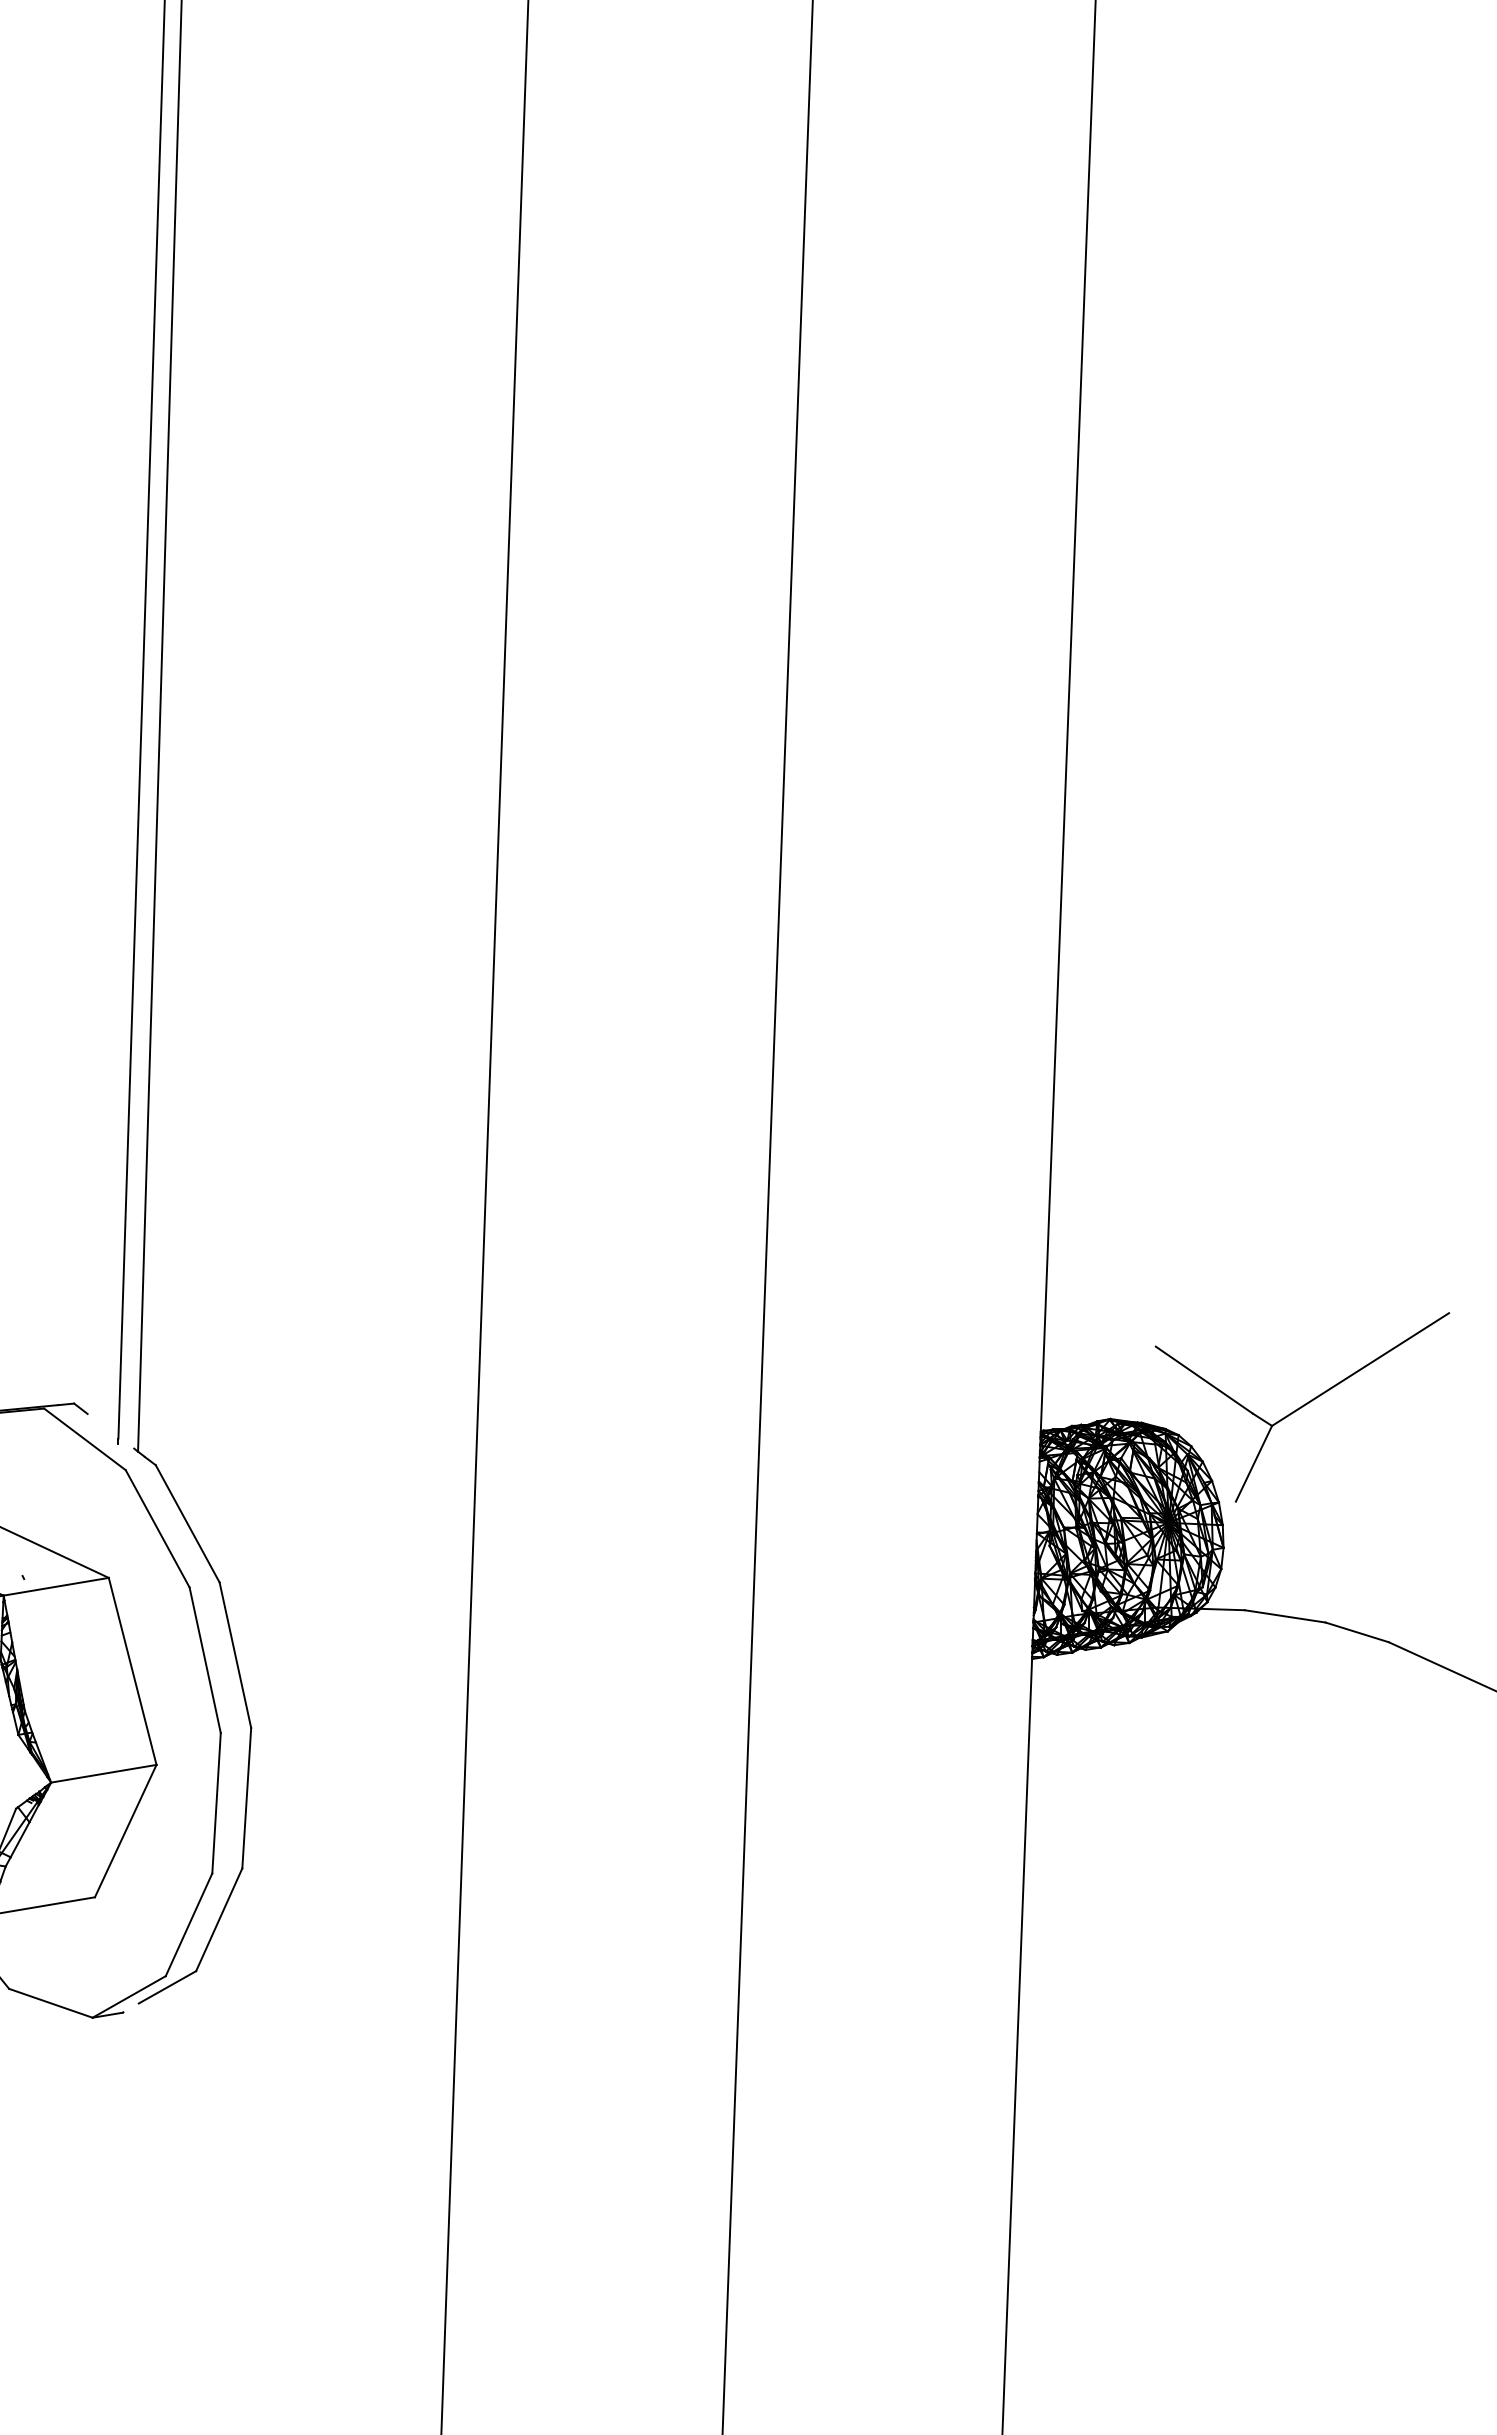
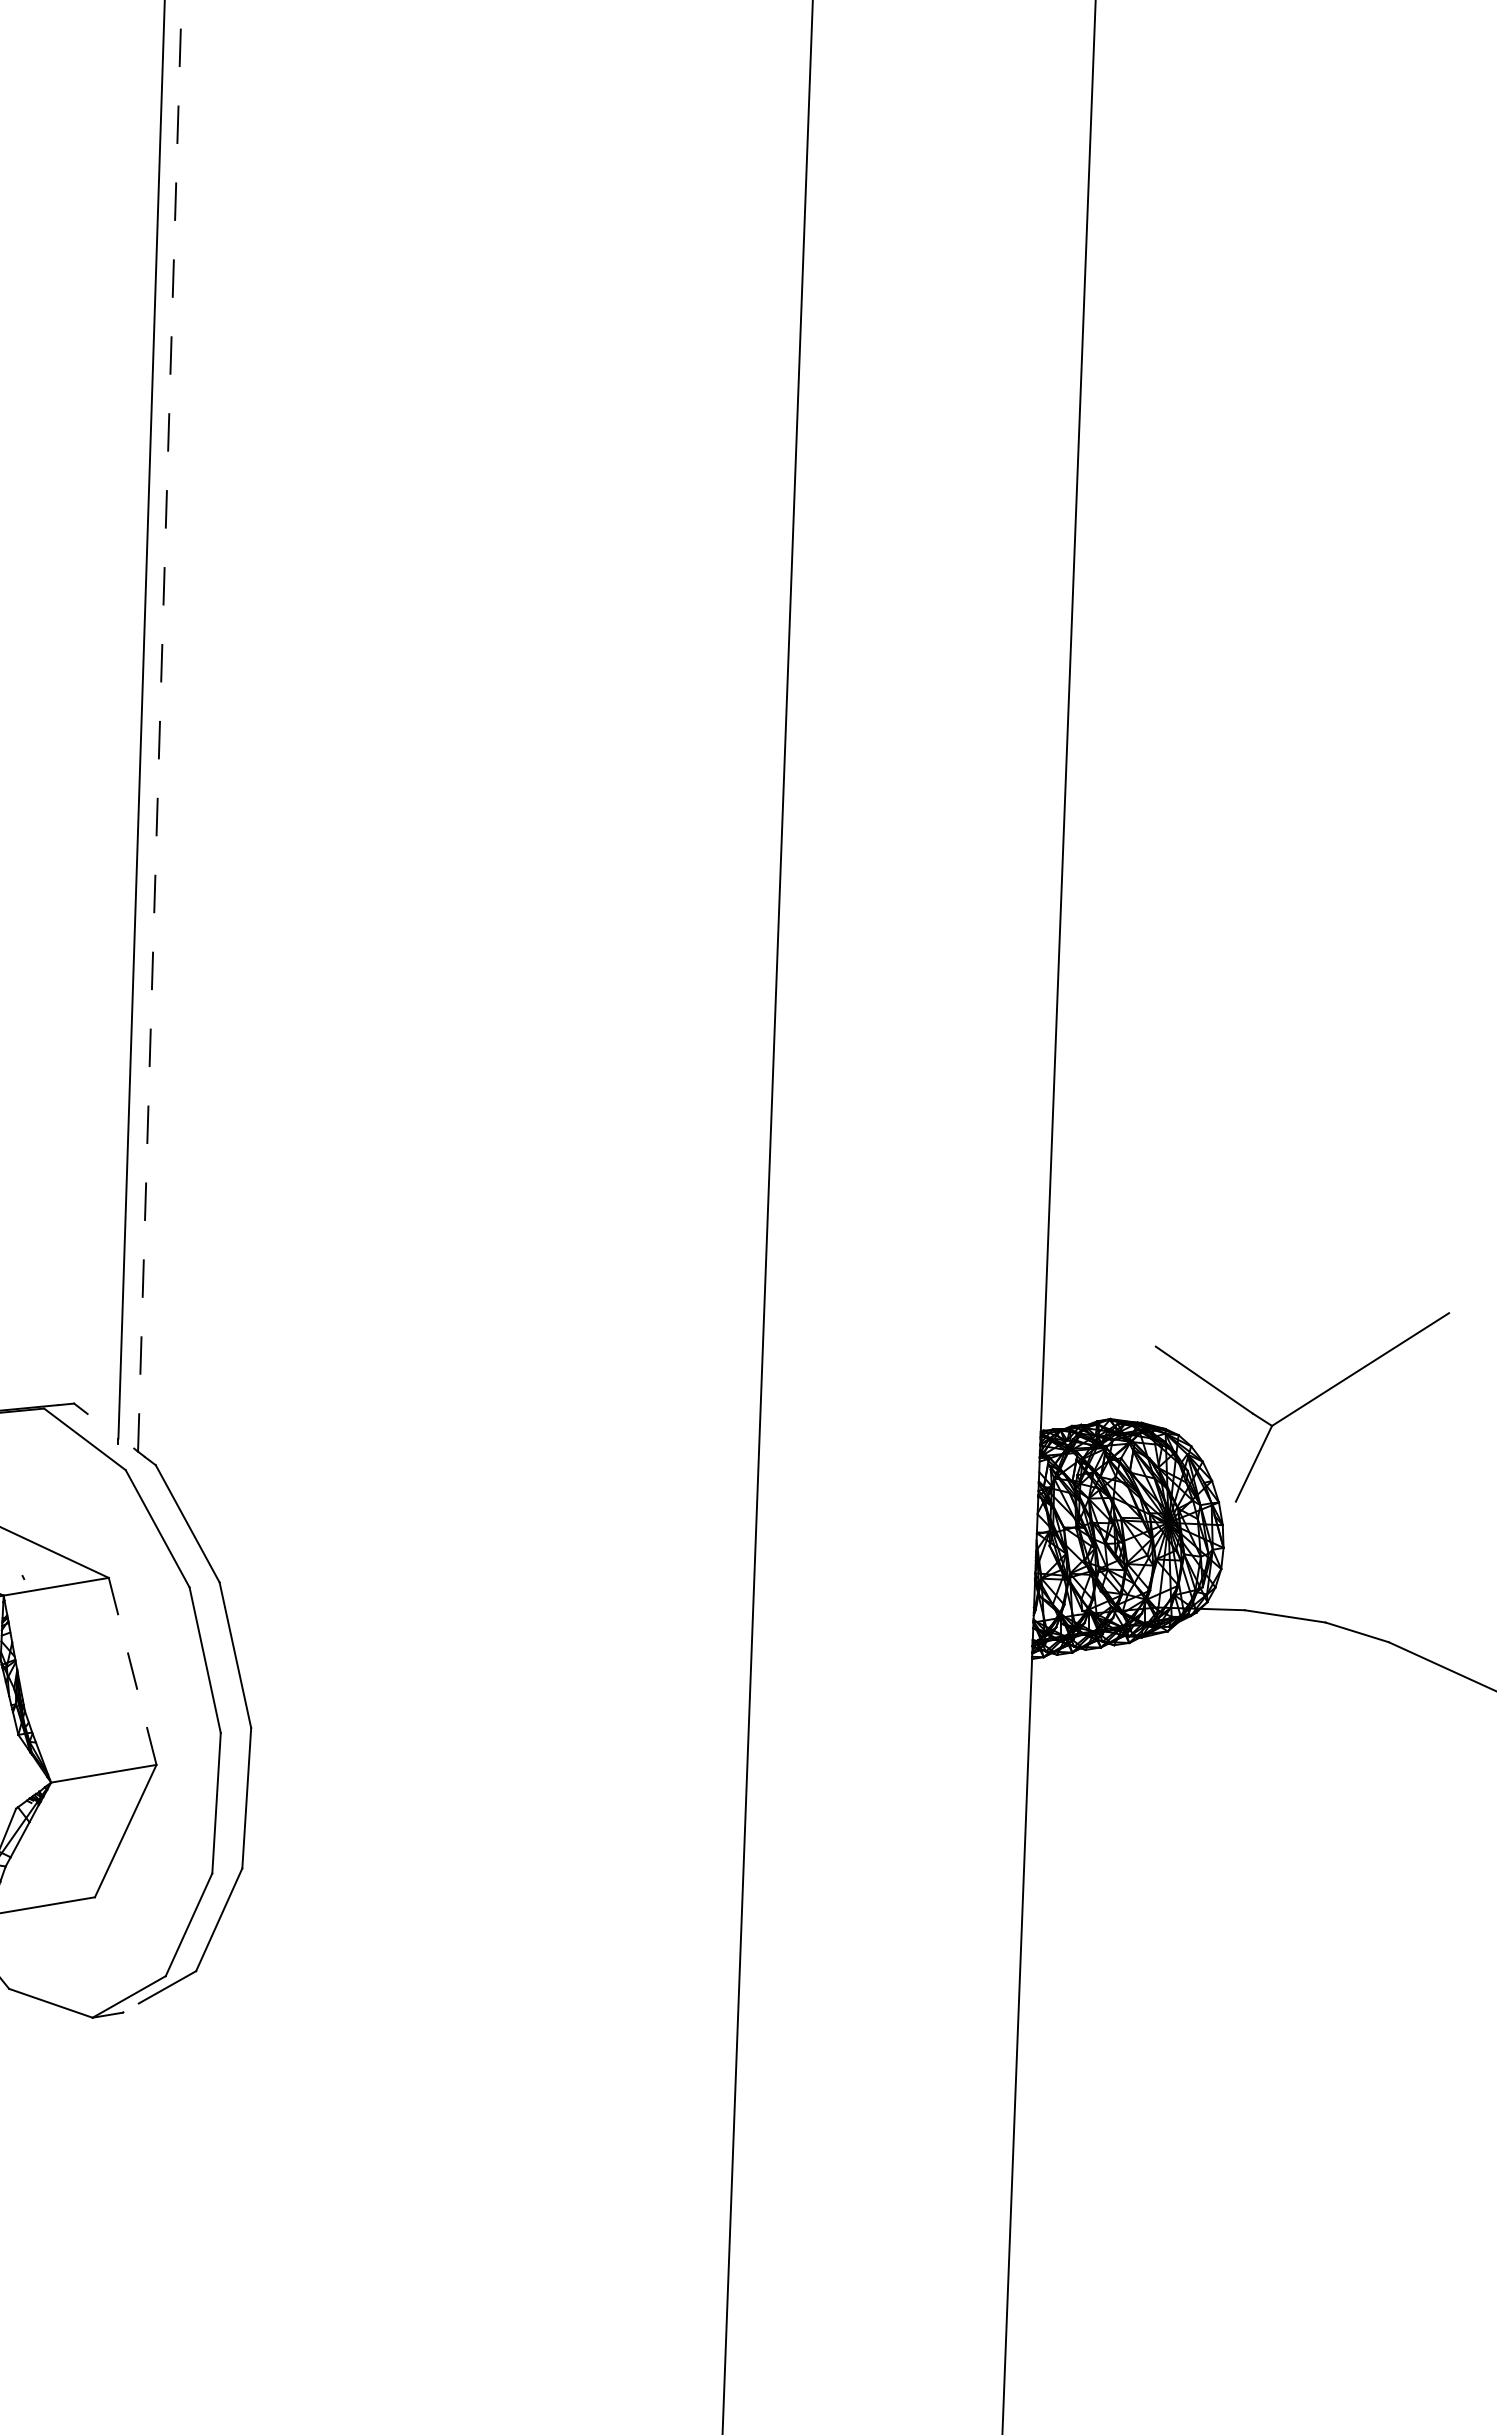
line at (159, 726): solid -> dashed
line at (484, 1216): present -> none
line at (132, 1671): solid -> dashed
